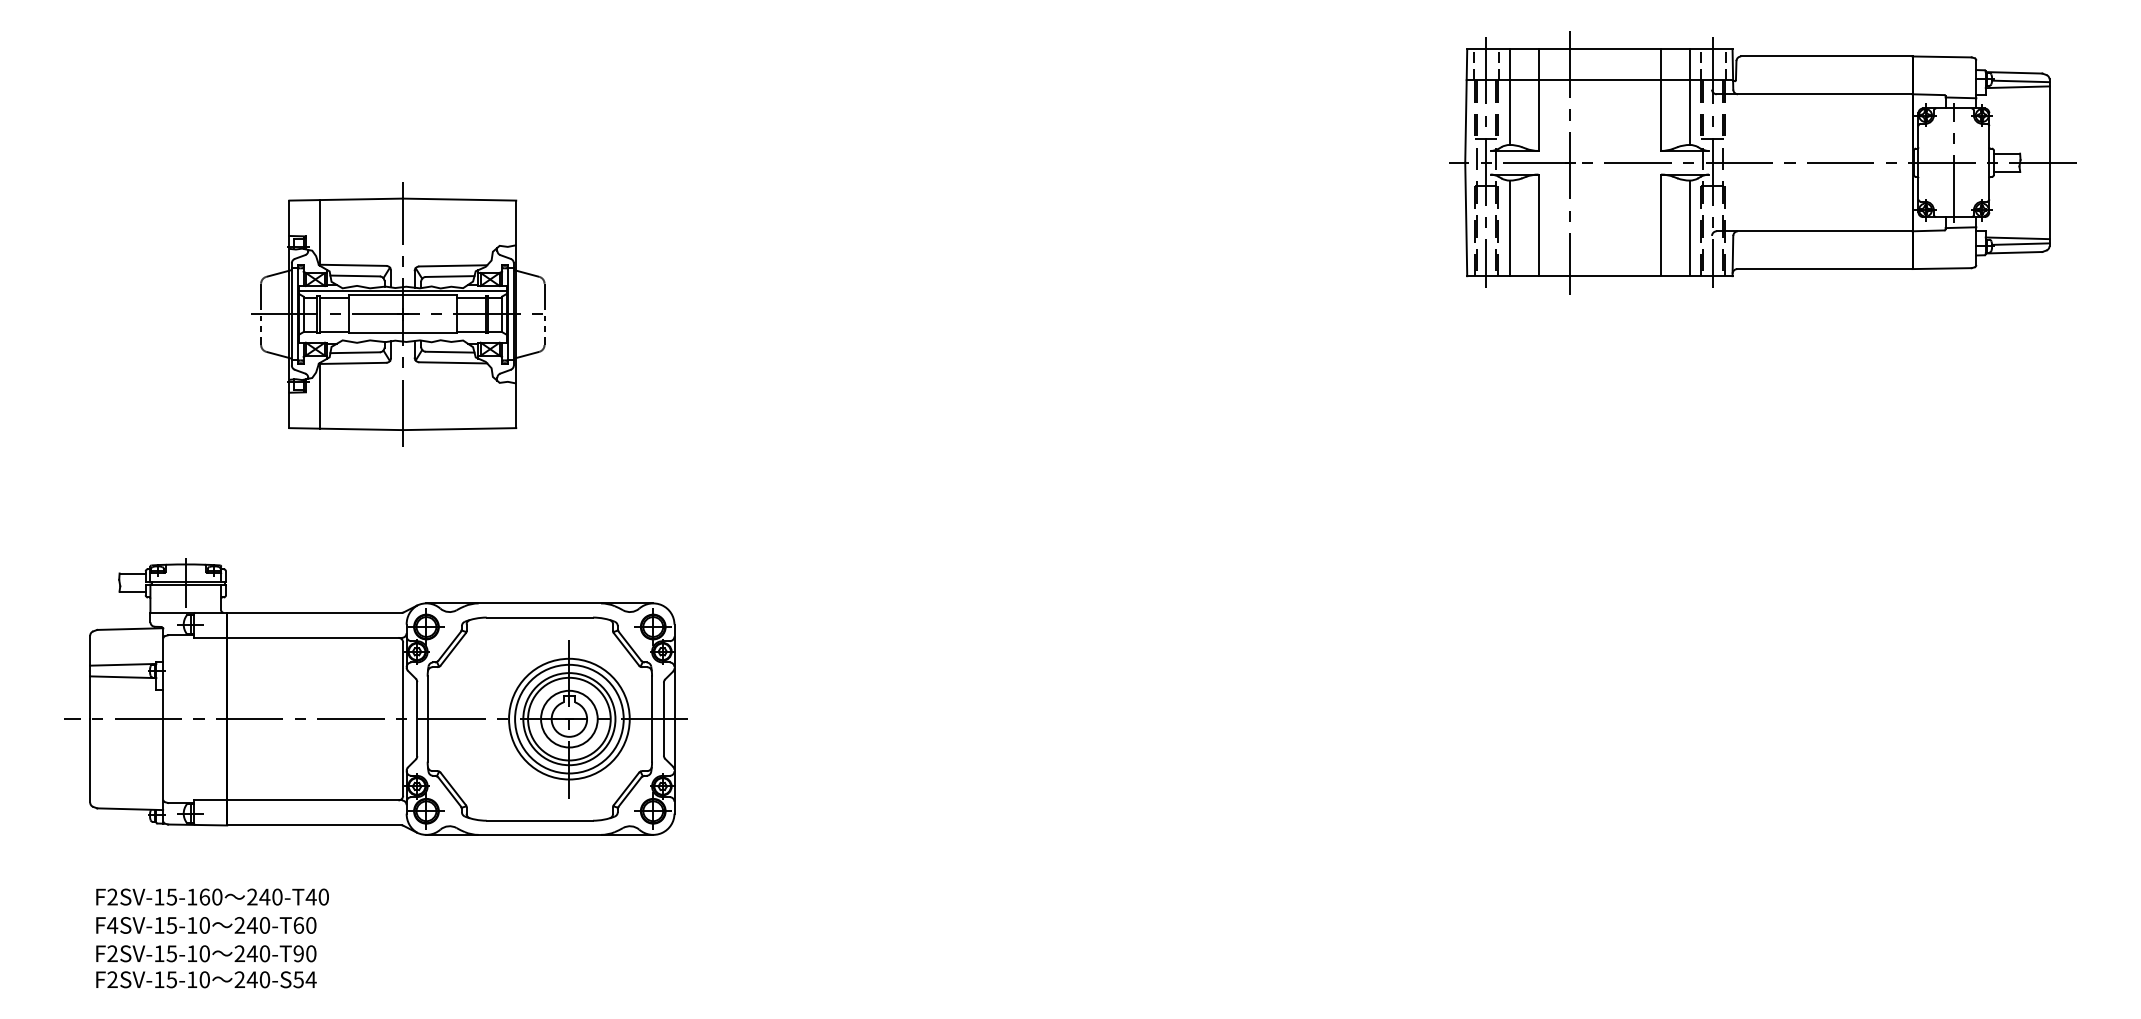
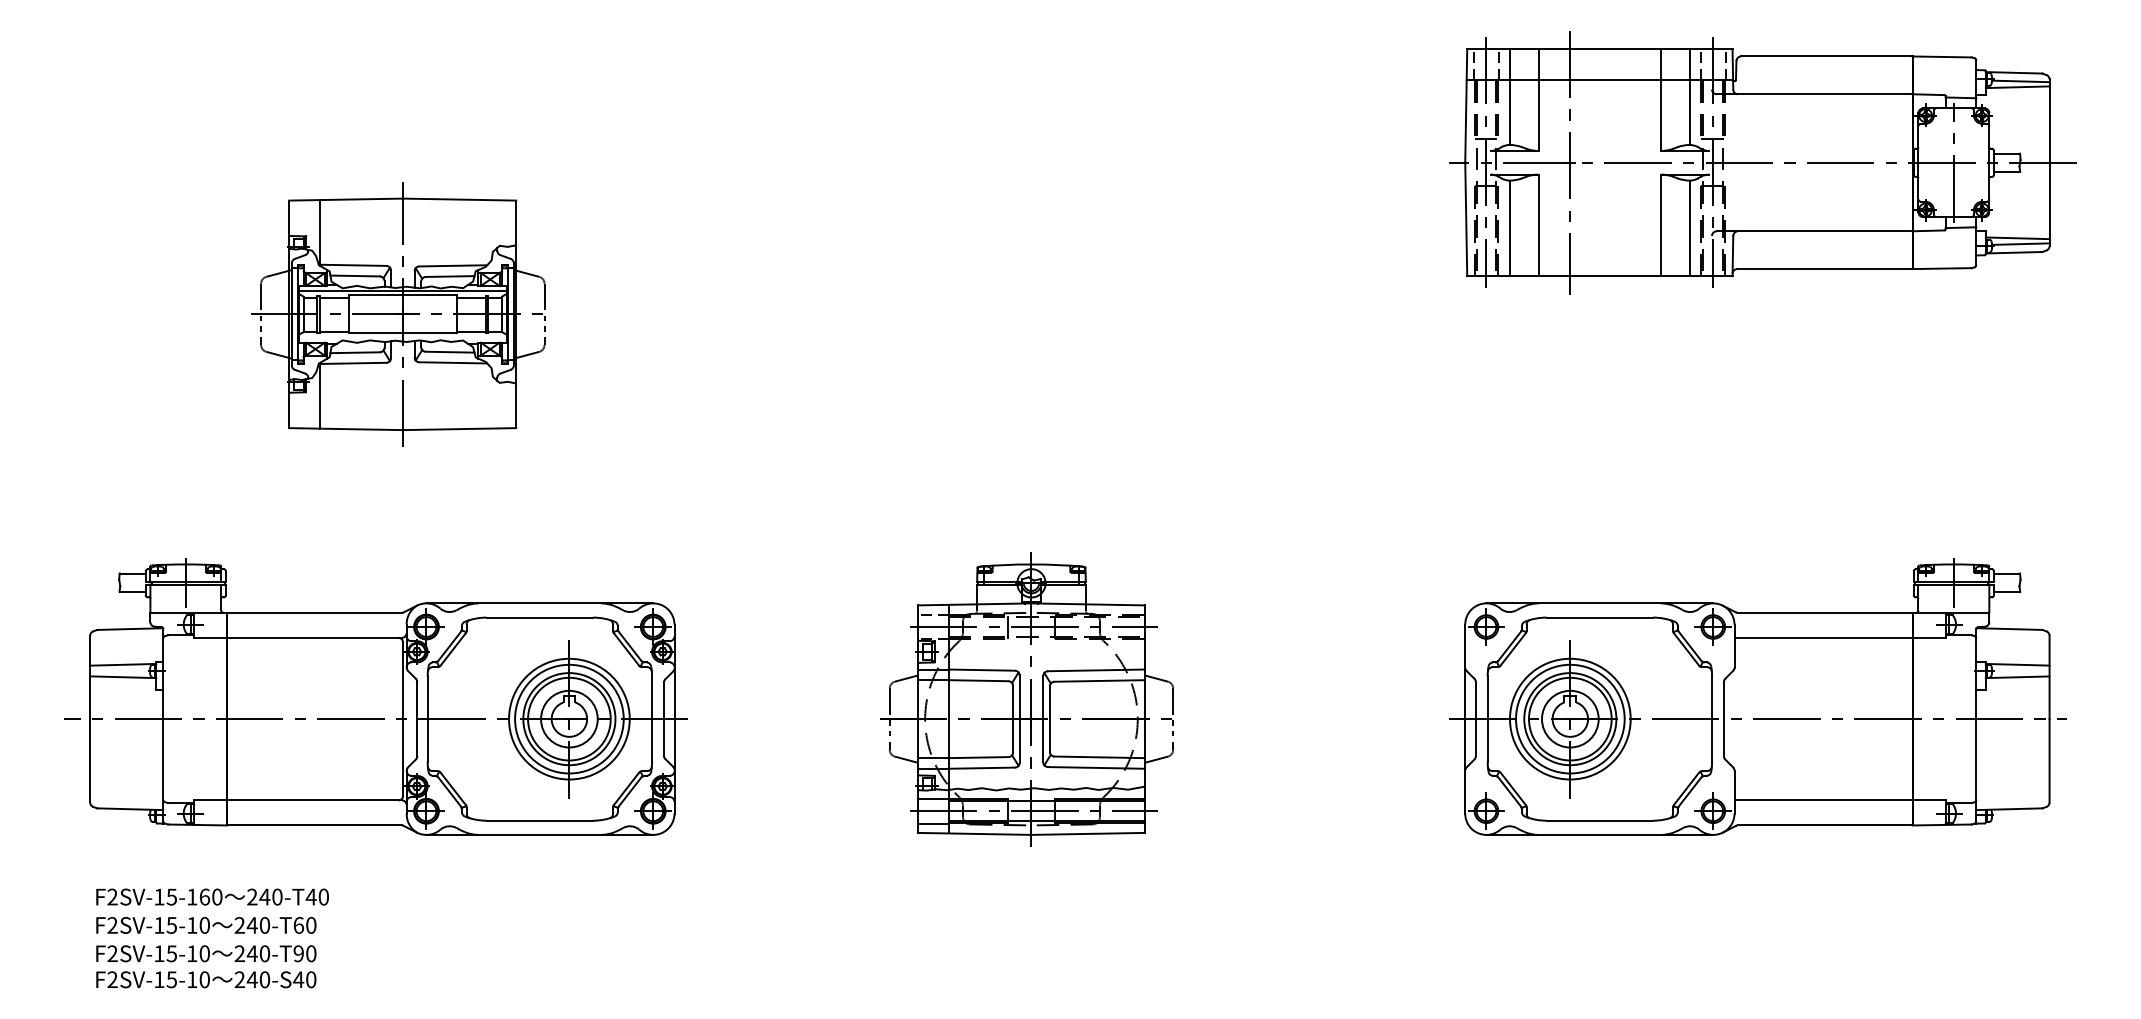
part at (1757, 696): none -> present
part at (1027, 699): none -> present
text at (112, 925): F4SV-15-10 -> F2SV-15-10
text at (304, 979): 240-S54 -> 240-S40
